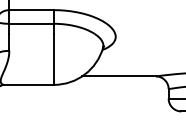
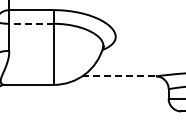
line at (31, 23): solid -> dashed
line at (118, 76): solid -> dashed
